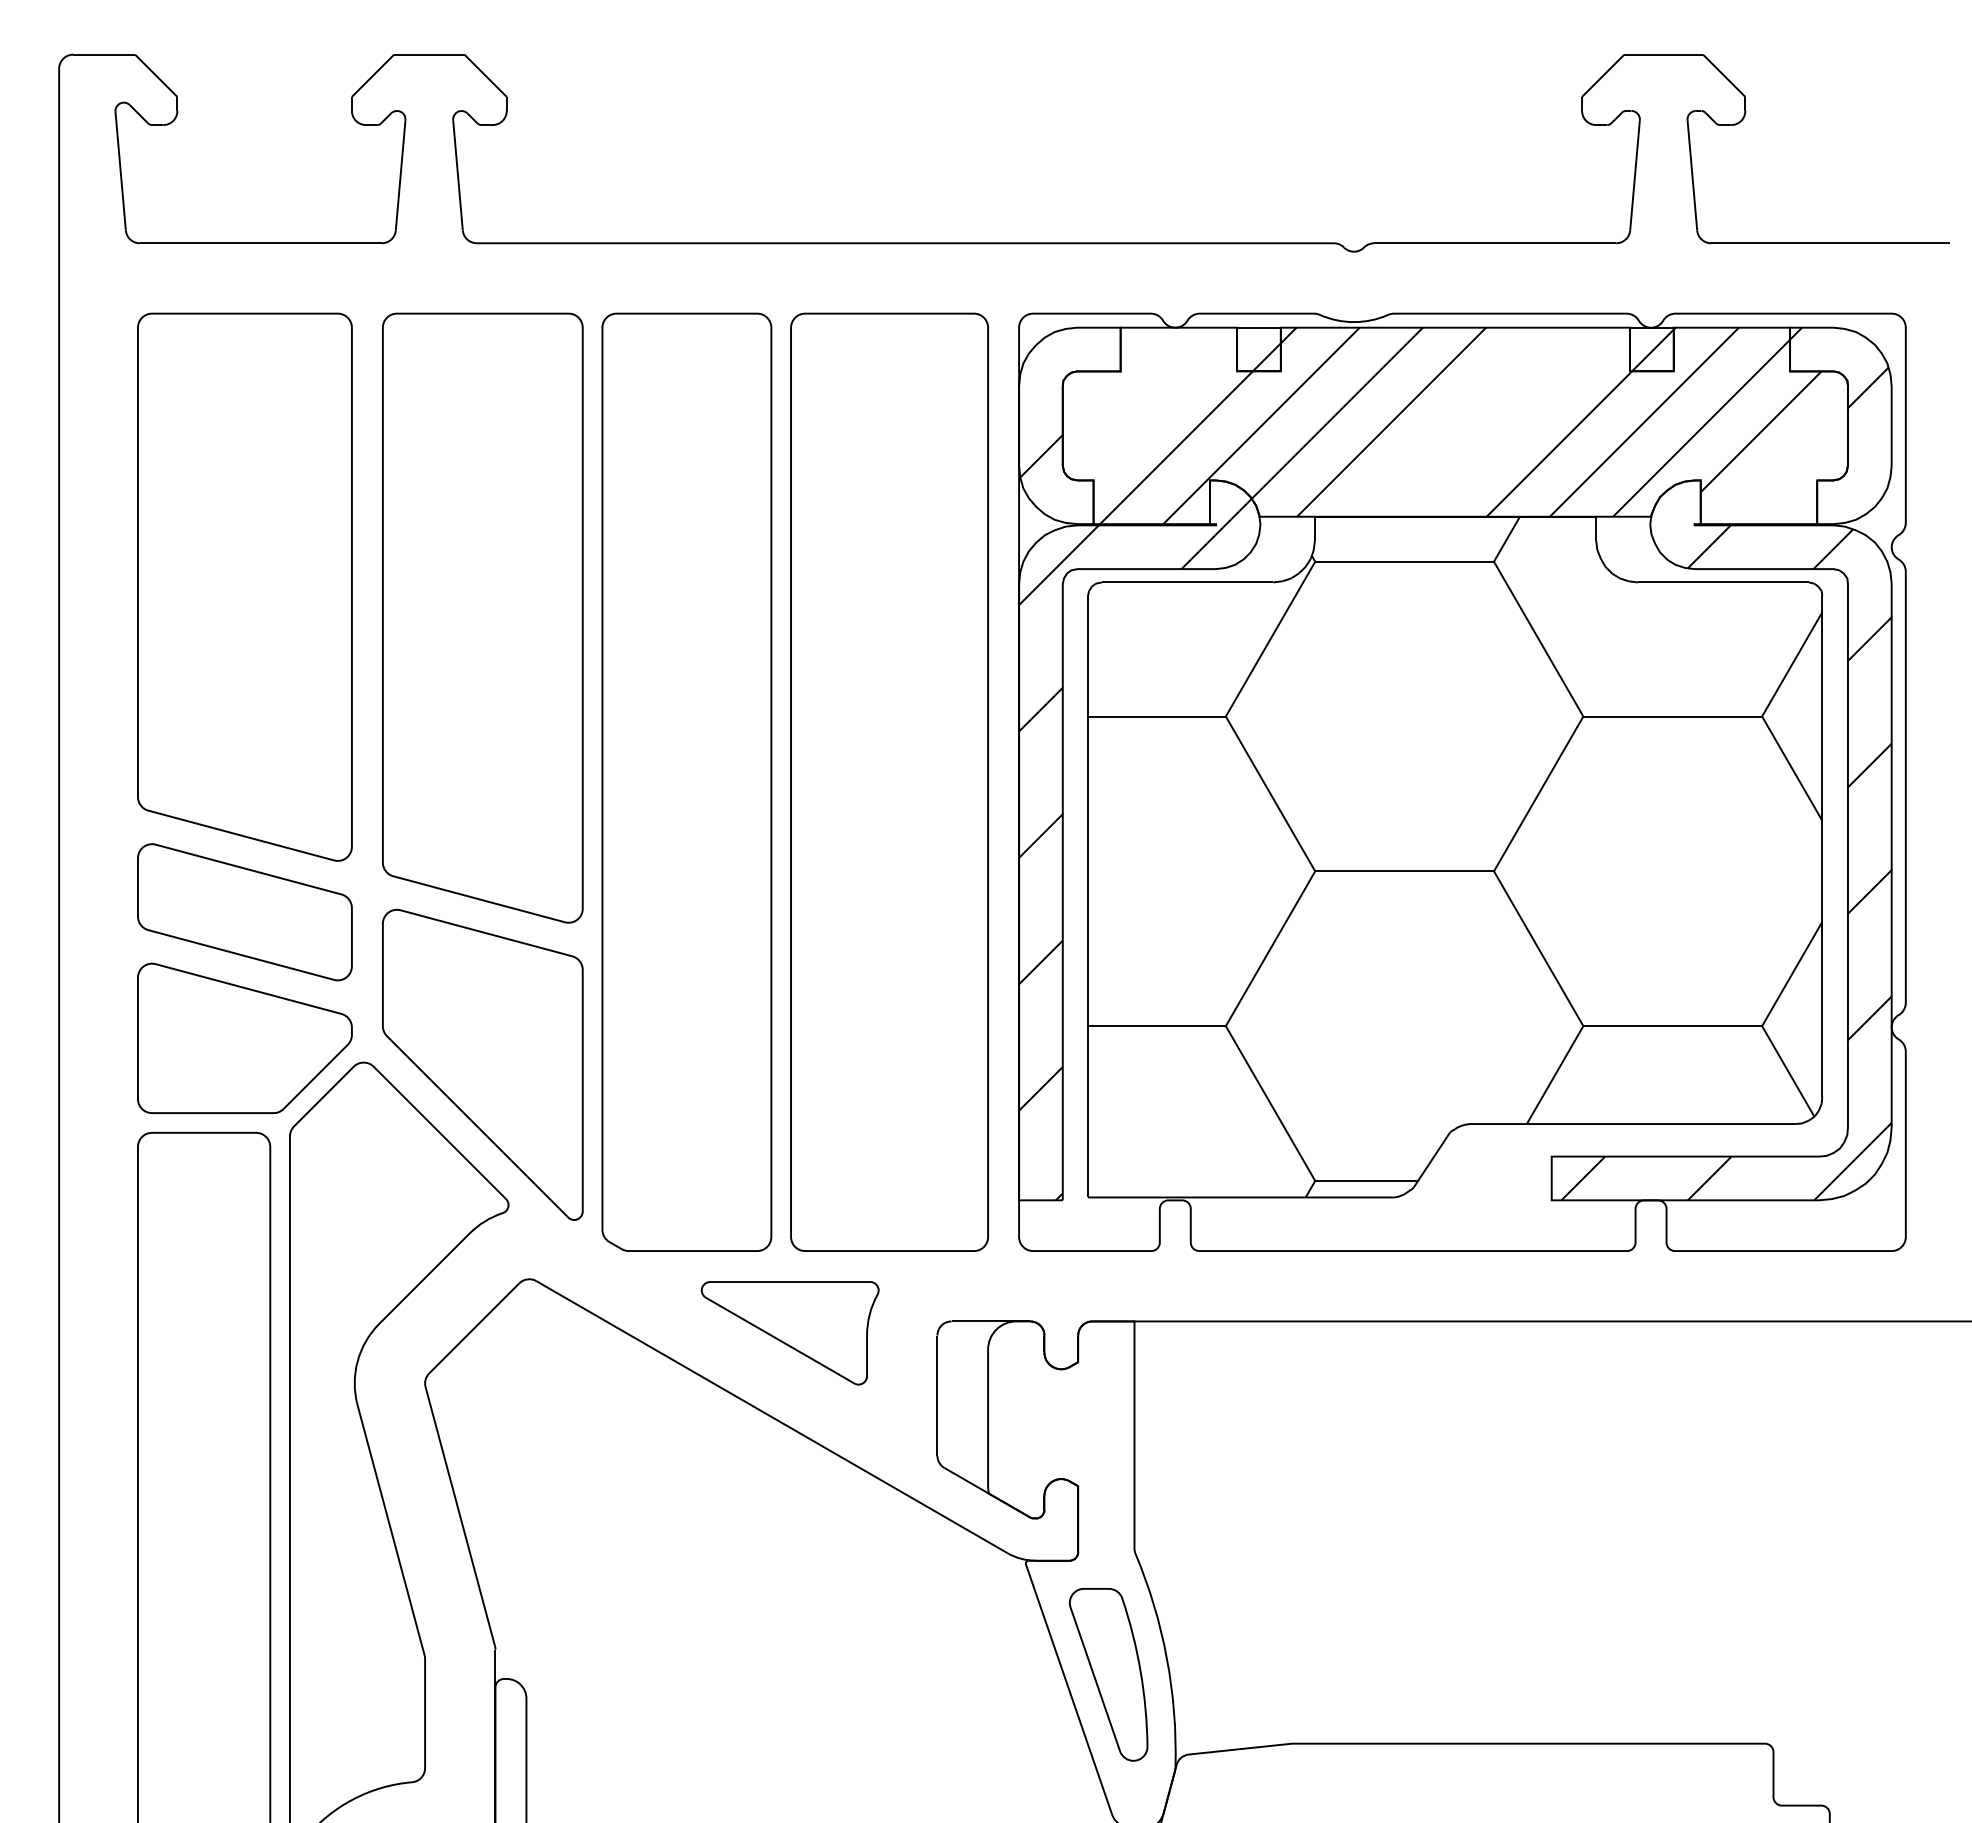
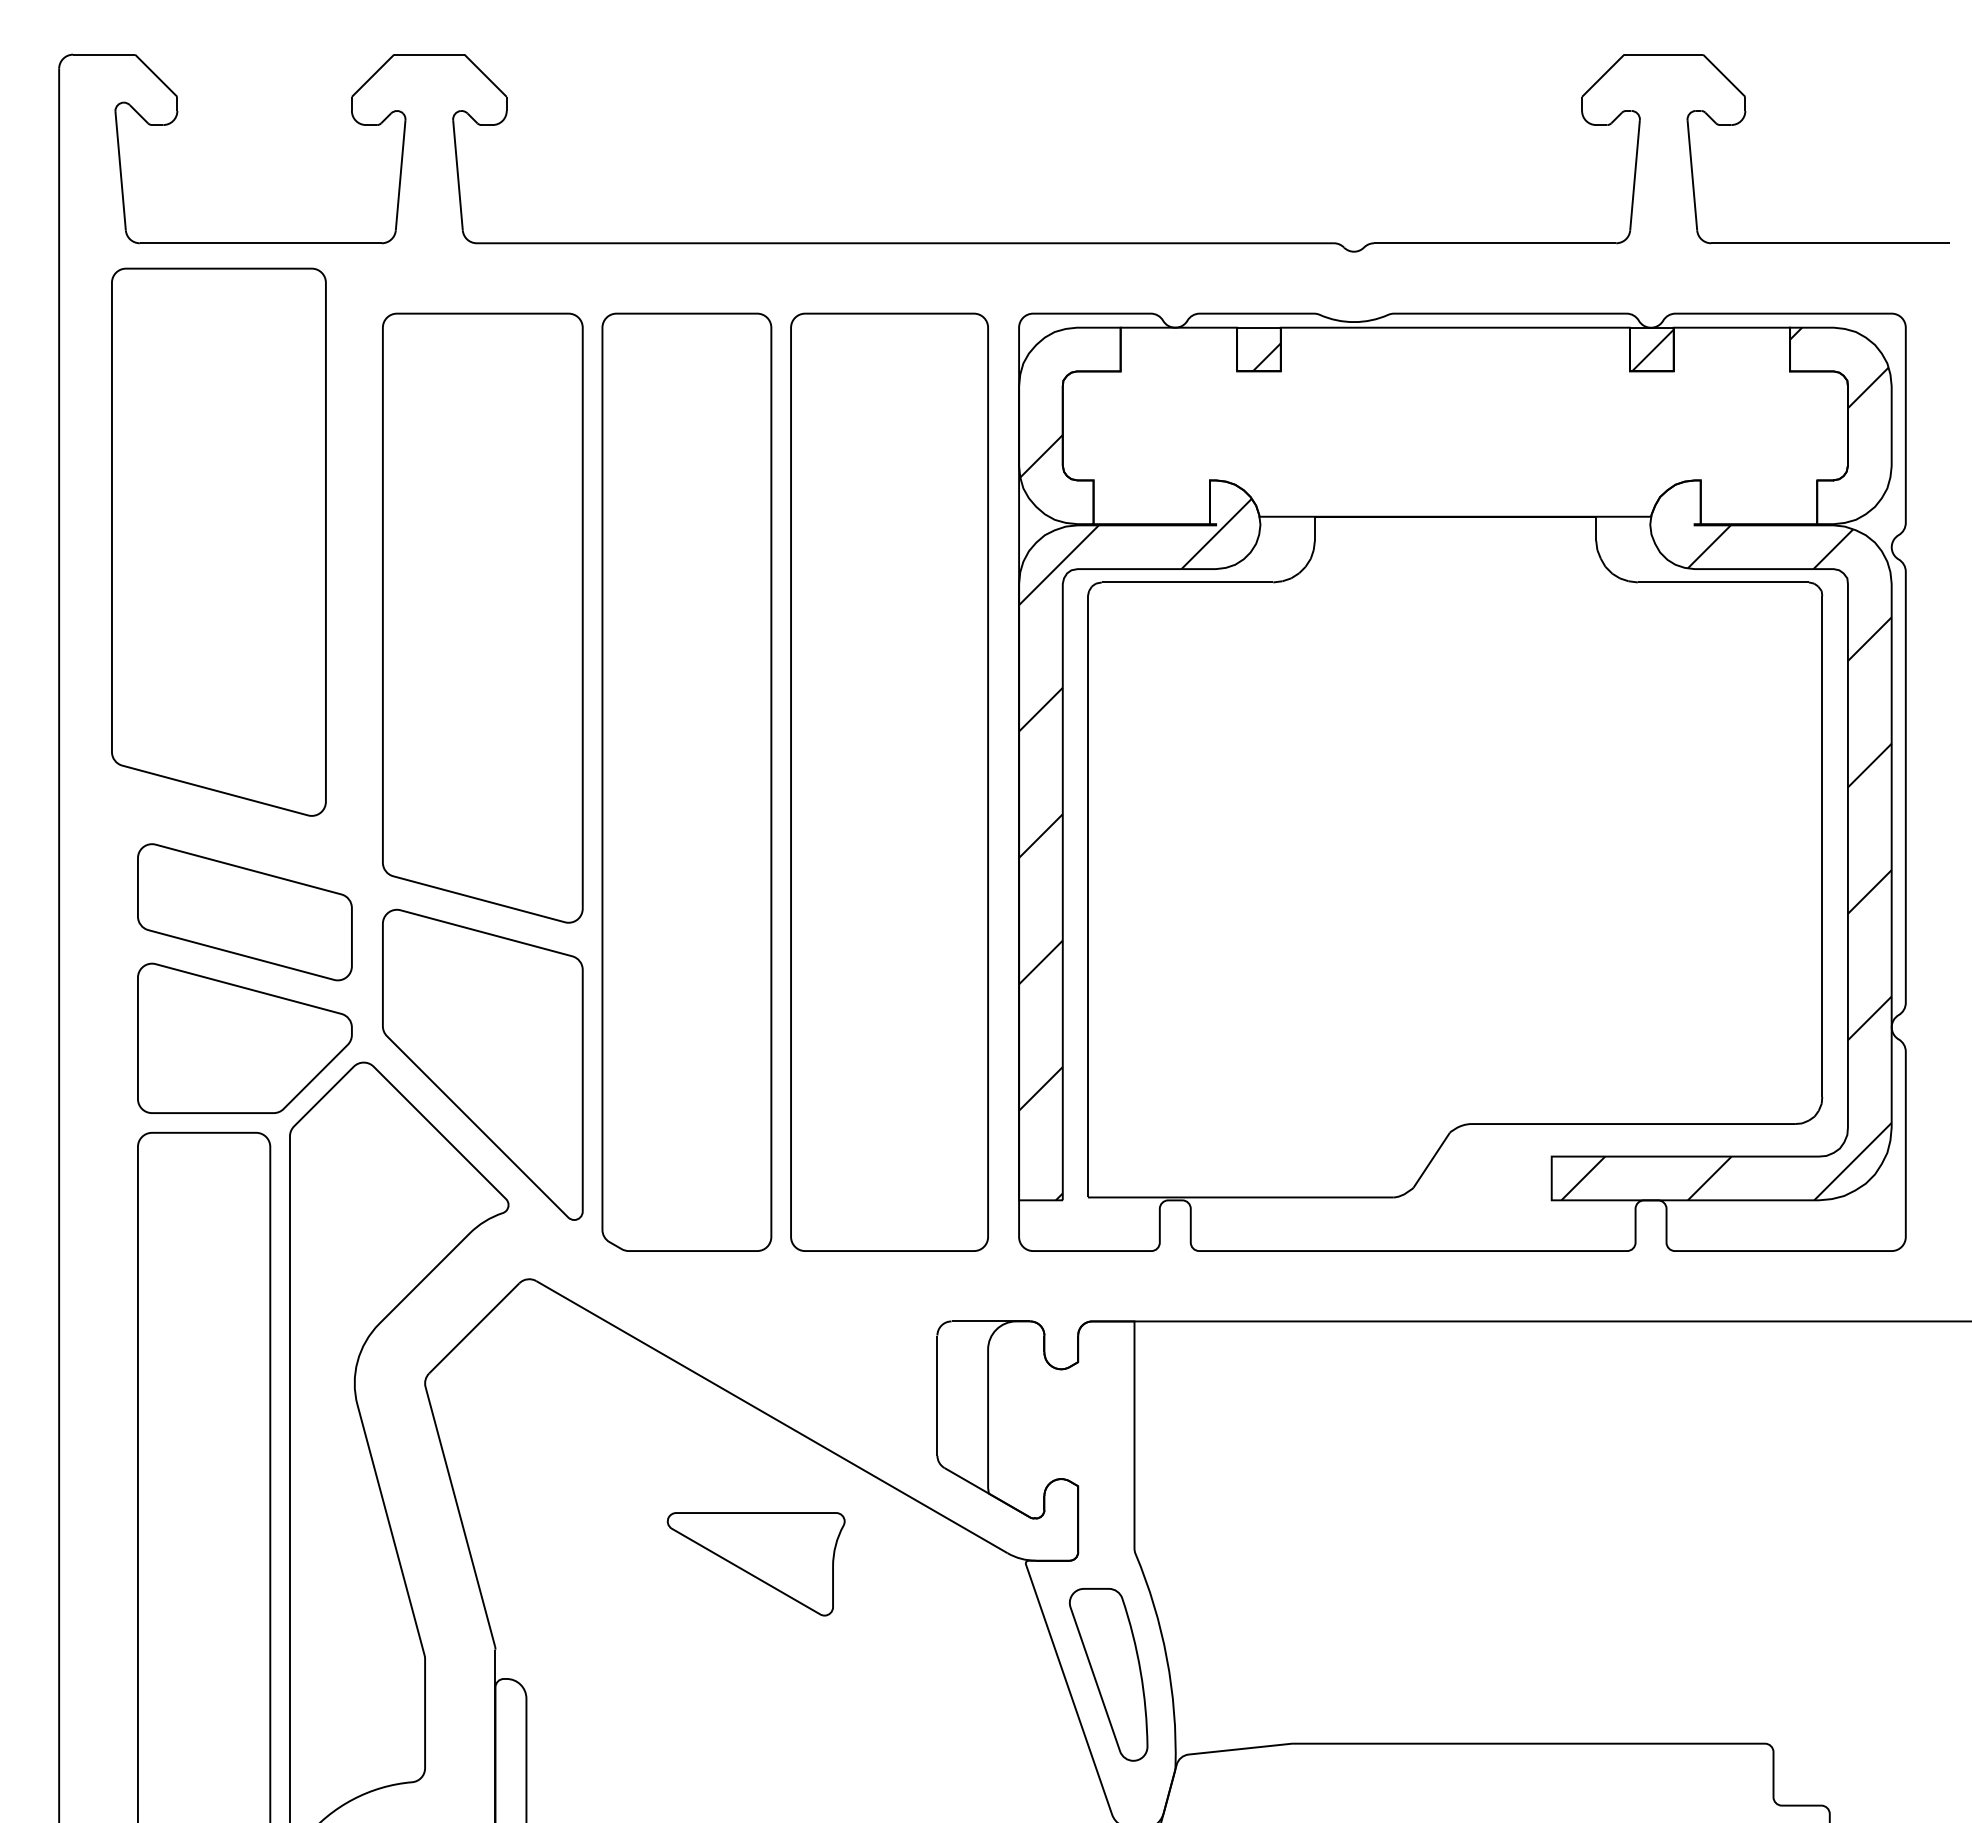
hatch at (1460, 425): present -> none
part at (244, 586) position: (244, 586) -> (218, 541)
hatch at (1454, 856): present -> none
part at (789, 1333) position: (789, 1333) -> (755, 1564)
